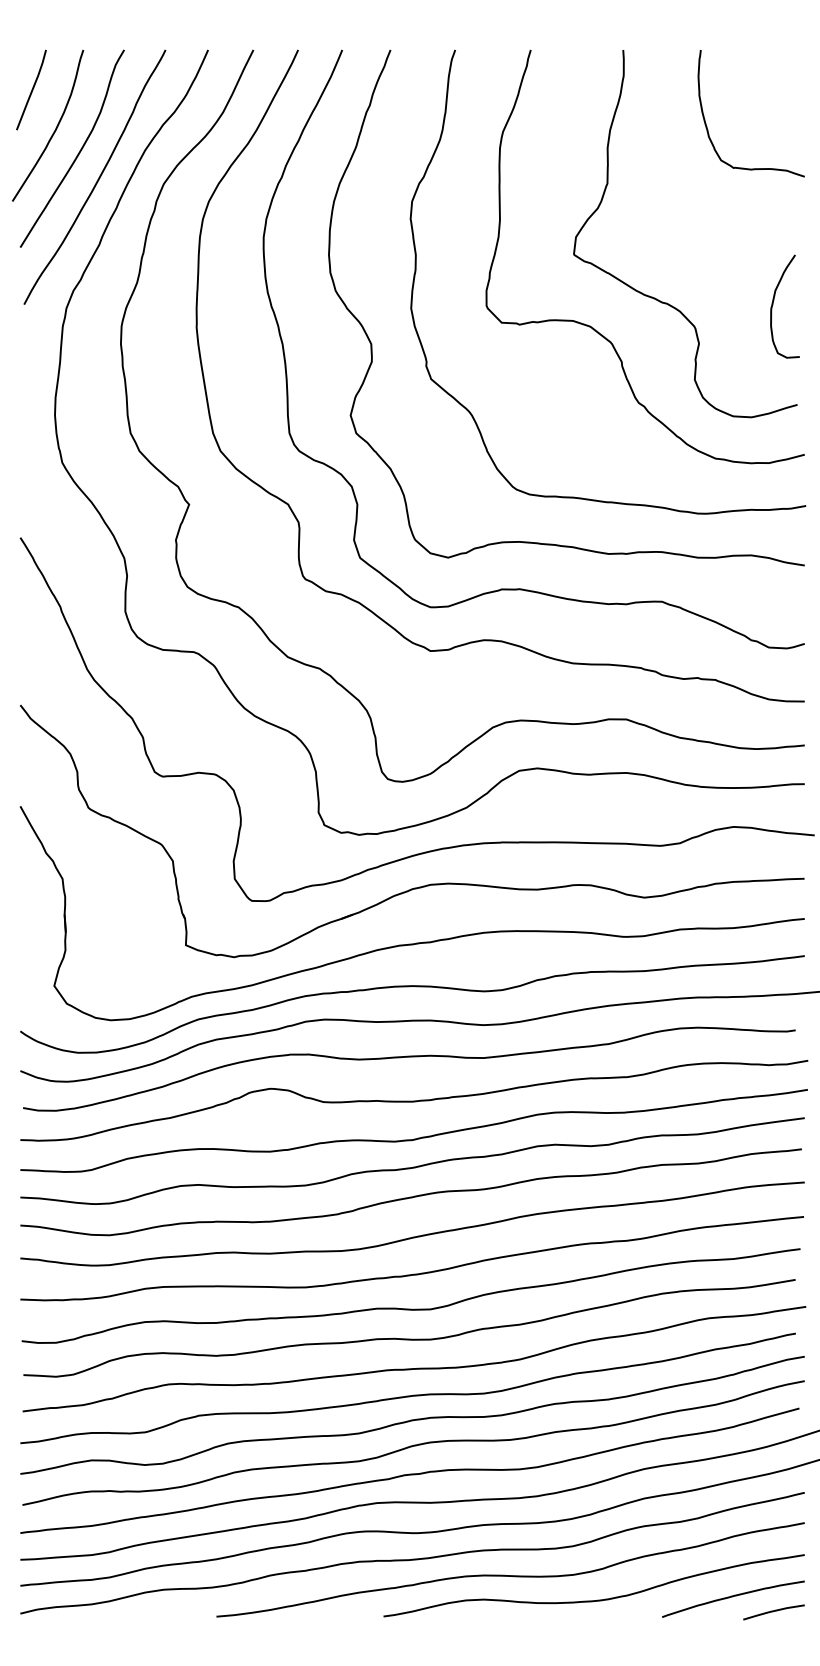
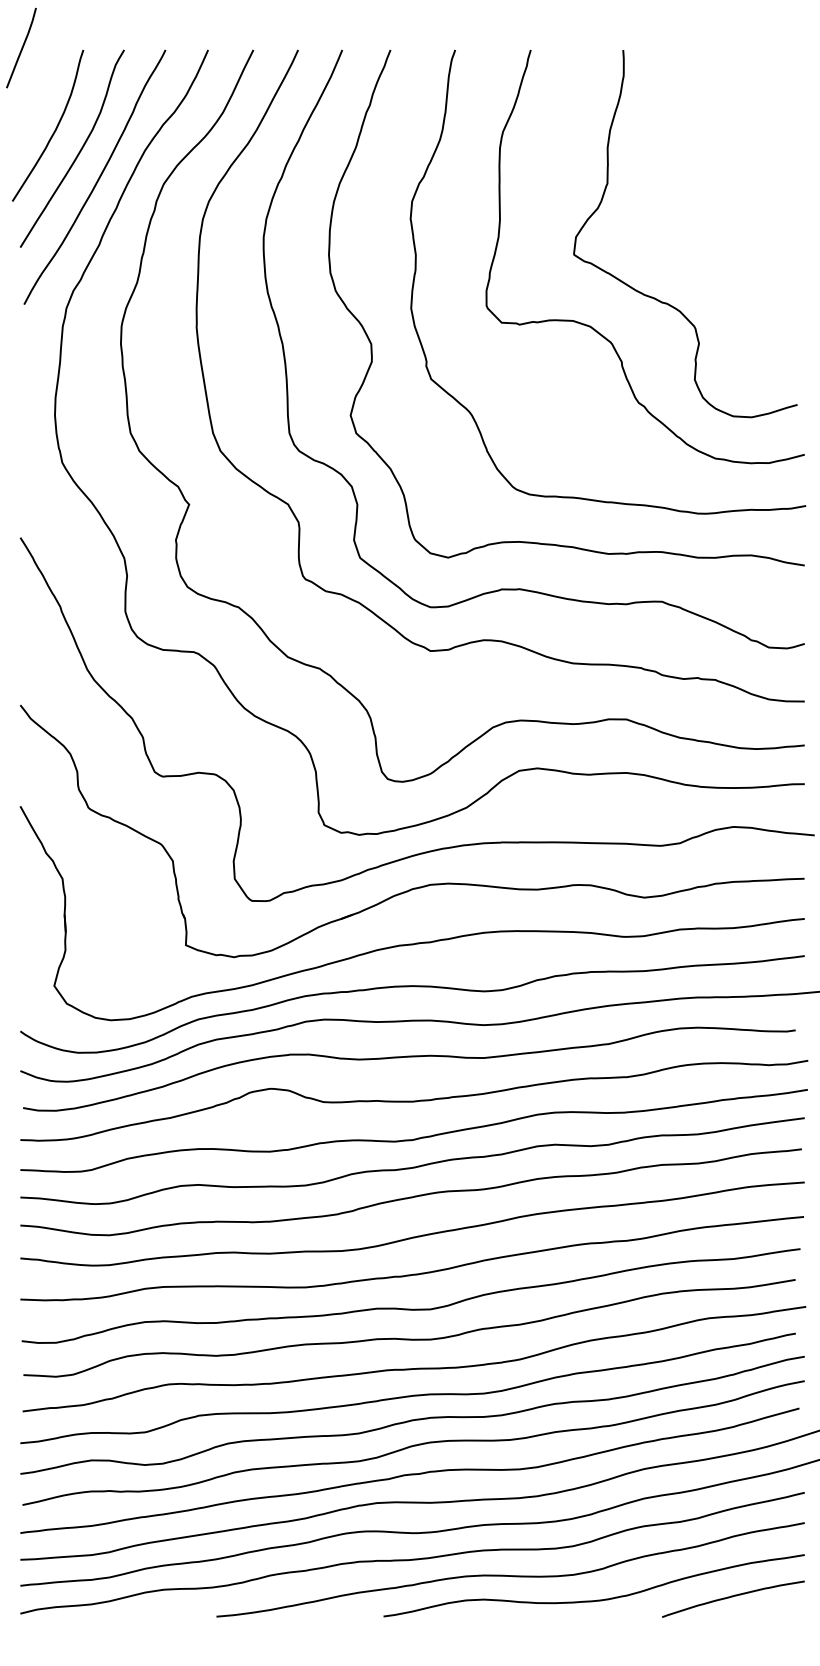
curve at (31, 89) position: (31, 89) -> (21, 47)
curve at (707, 126): present -> none
curve at (773, 305): present -> none
line at (773, 1612): present -> none
